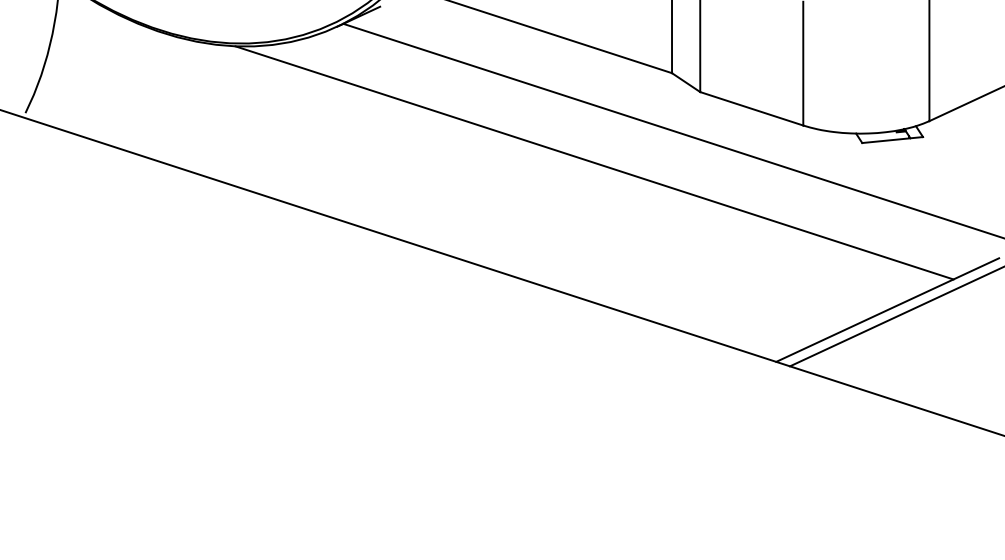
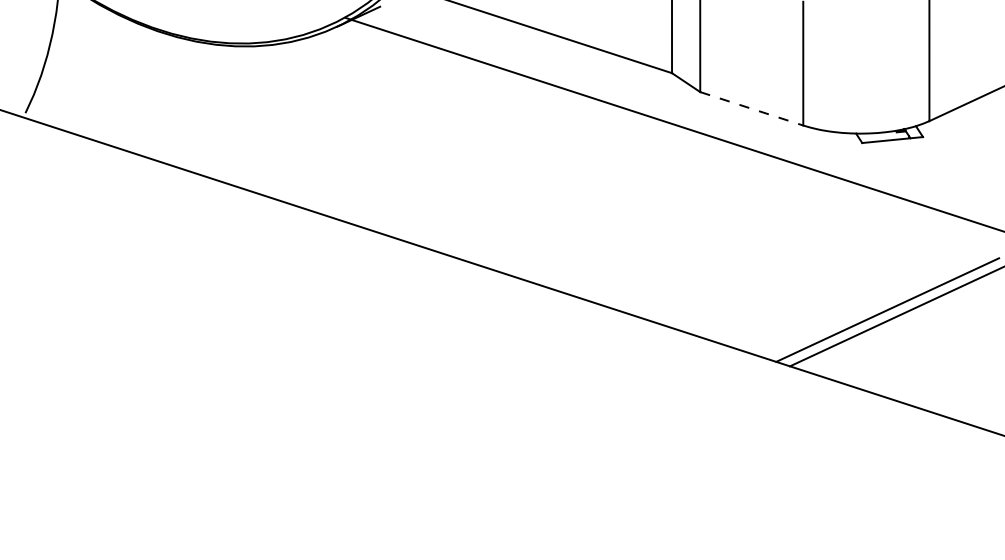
line at (752, 108): solid -> dashed
line at (672, 130) position: (672, 130) -> (673, 123)
line at (594, 162): present -> none
